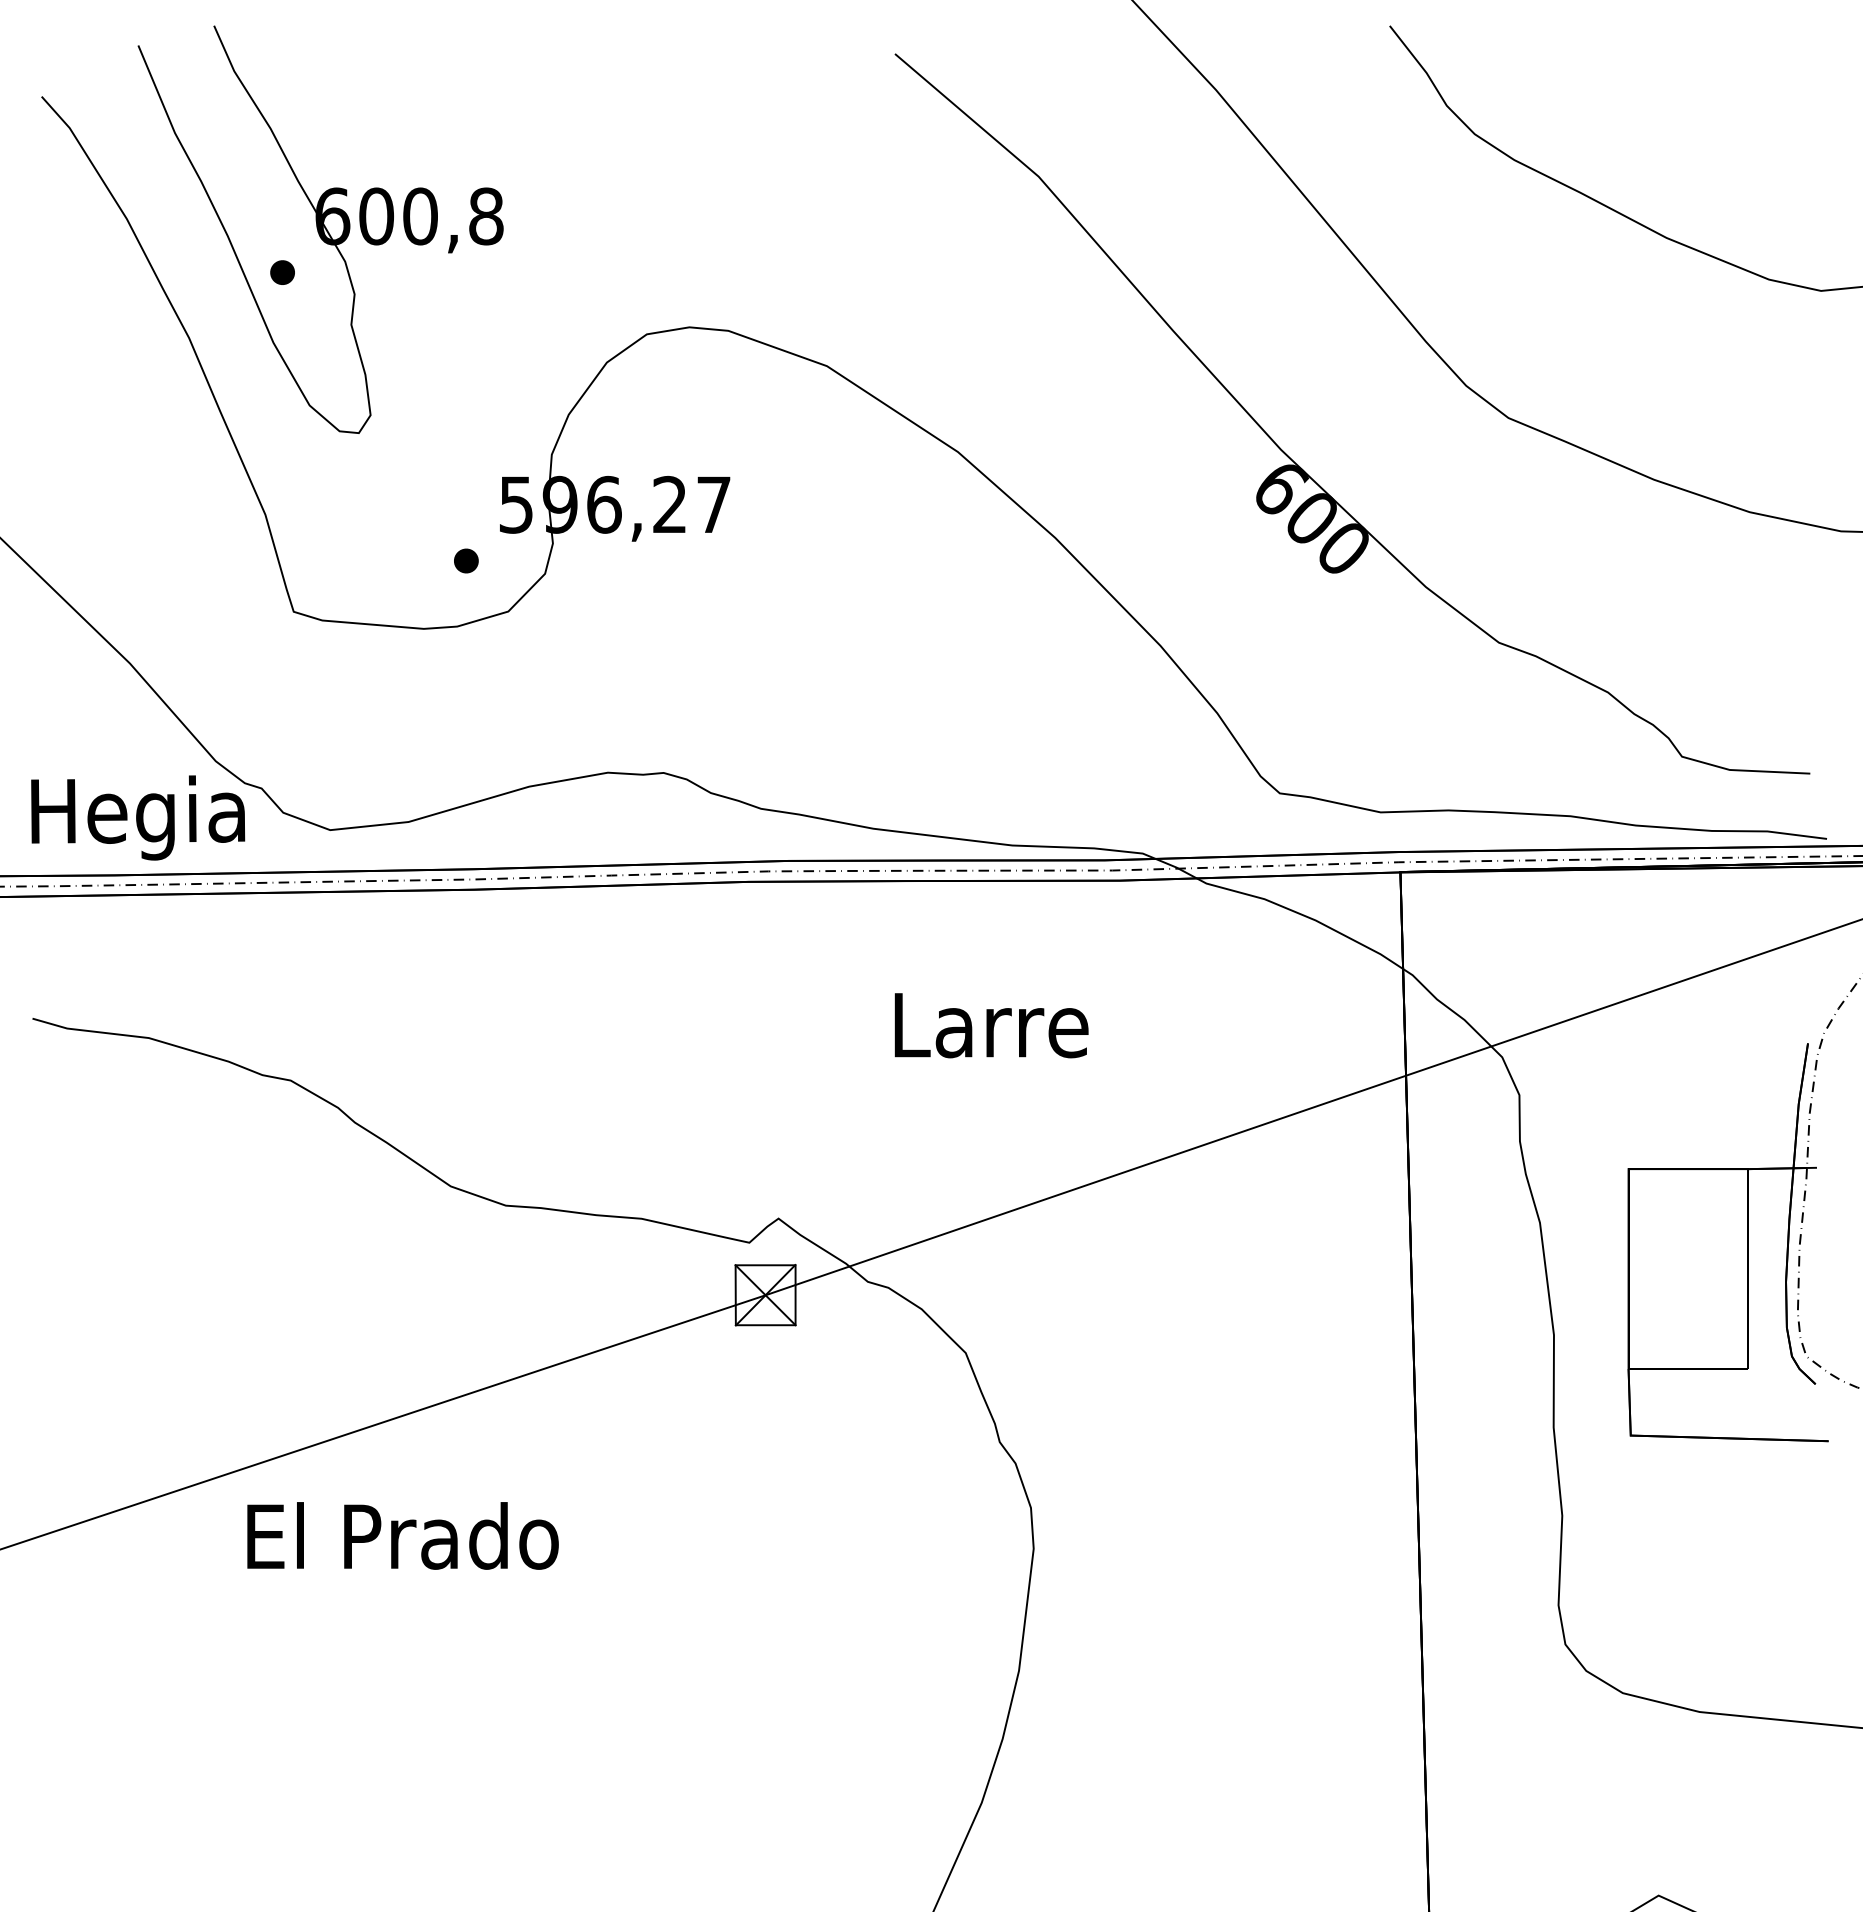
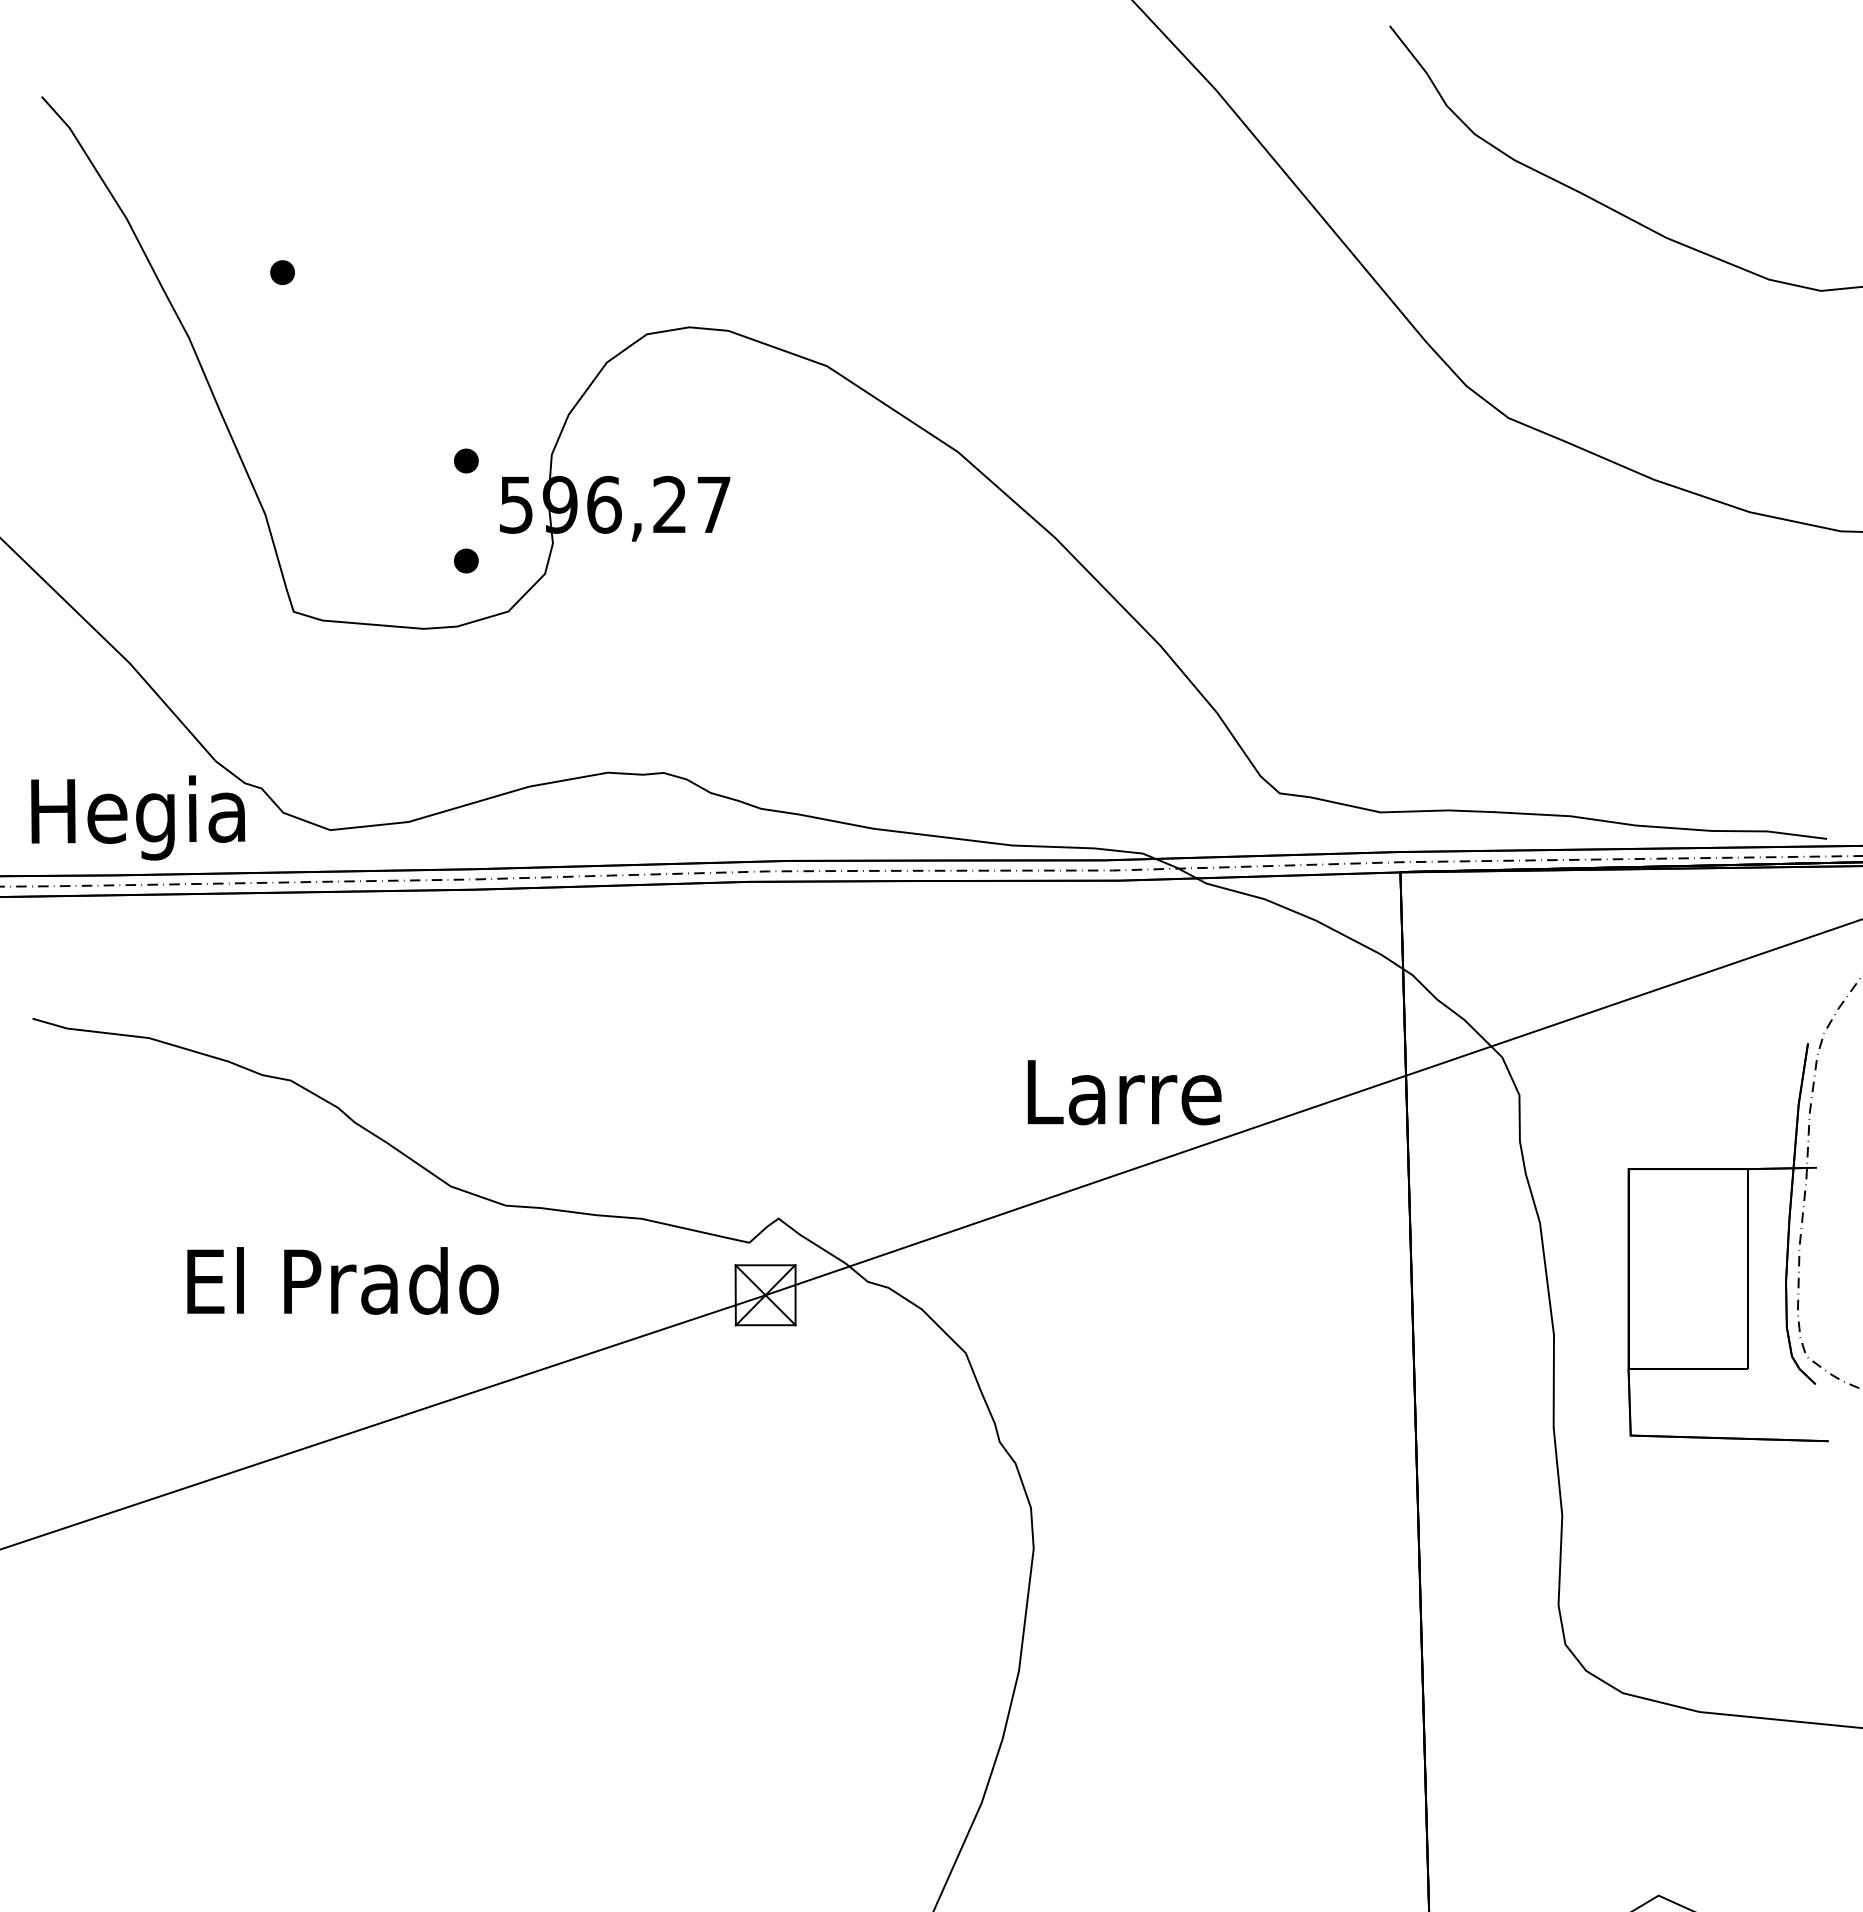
part at (320, 229): present -> none
part at (466, 460): none -> present
part at (1299, 465): present -> none
text at (991, 1025) position: (991, 1025) -> (1124, 1092)
text at (402, 1535) position: (402, 1535) -> (342, 1280)
